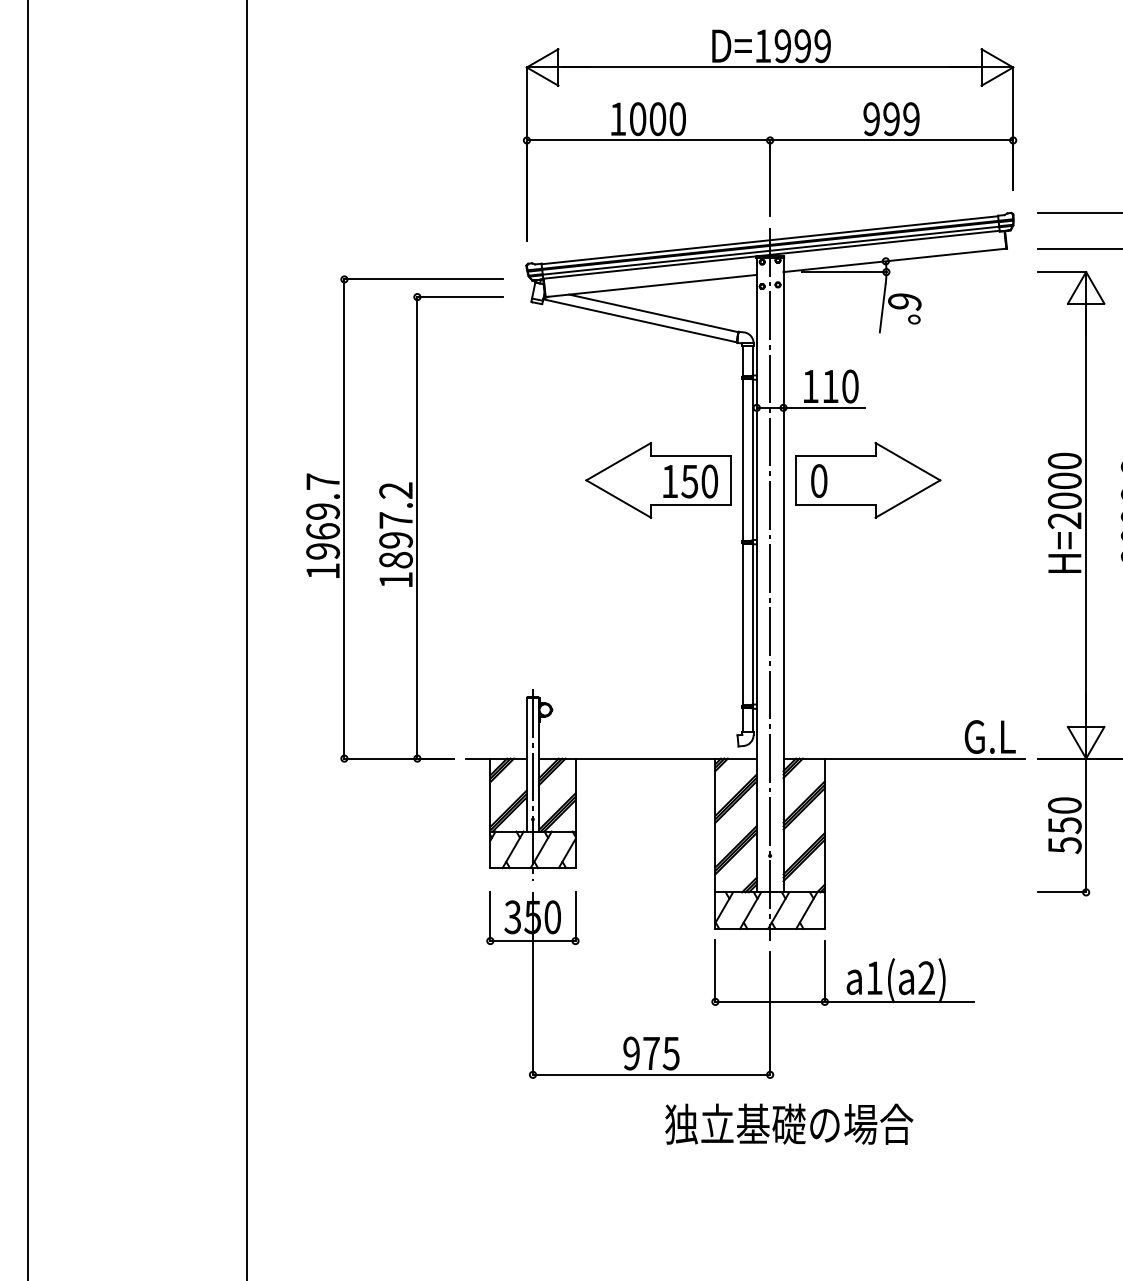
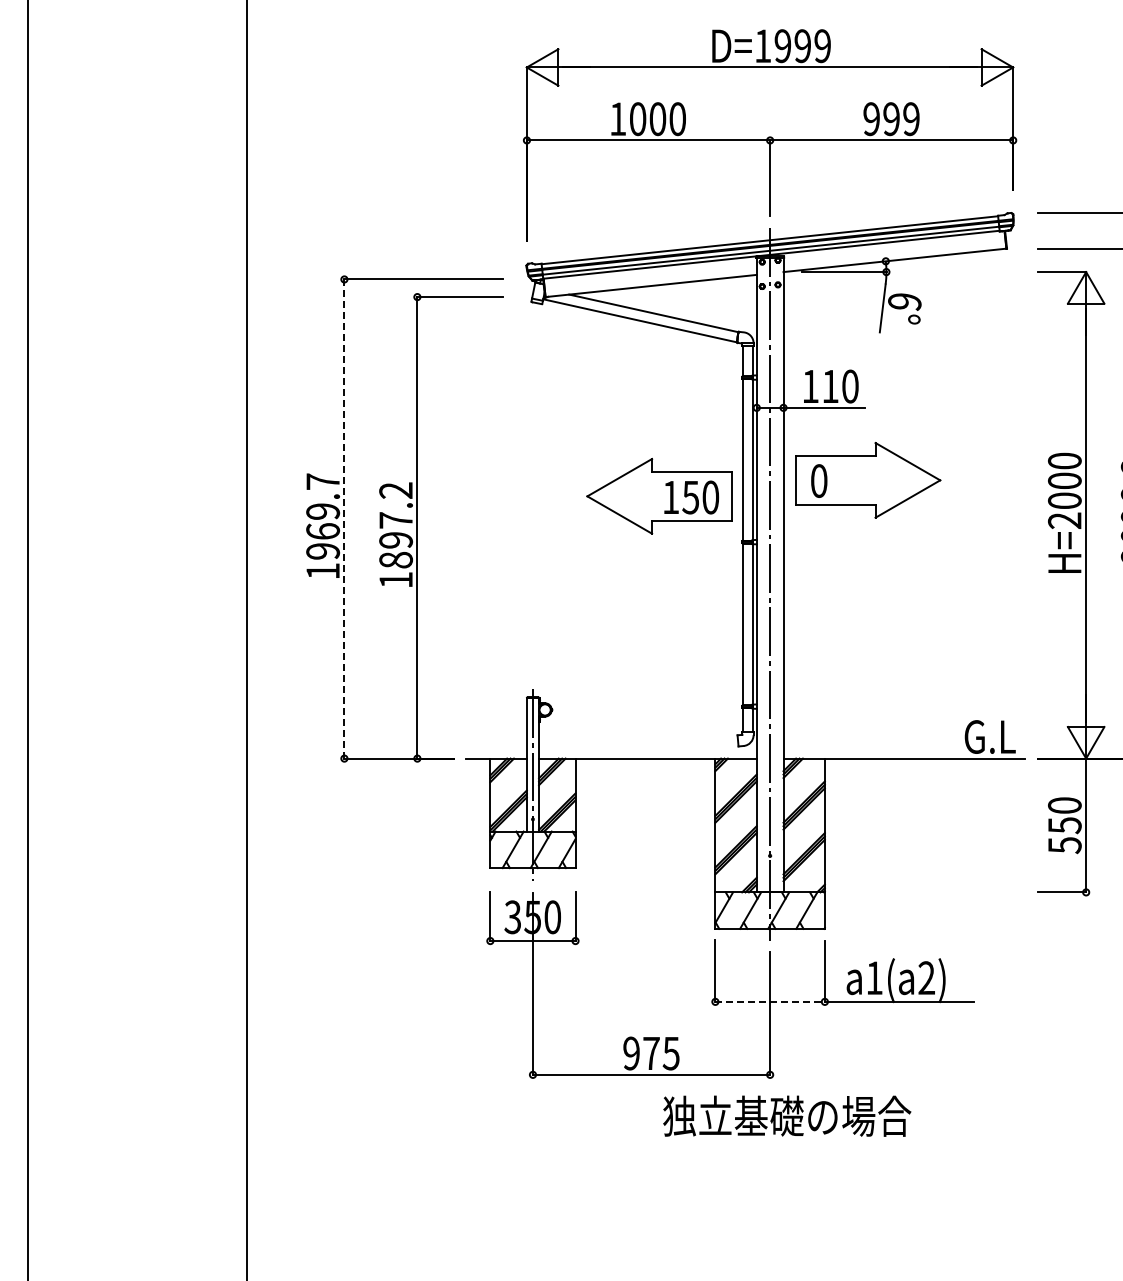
part at (658, 480) position: (658, 480) -> (659, 496)
line at (344, 519): solid -> dashed
line at (770, 1001): solid -> dashed
text at (789, 1123) position: (789, 1123) -> (787, 1115)
